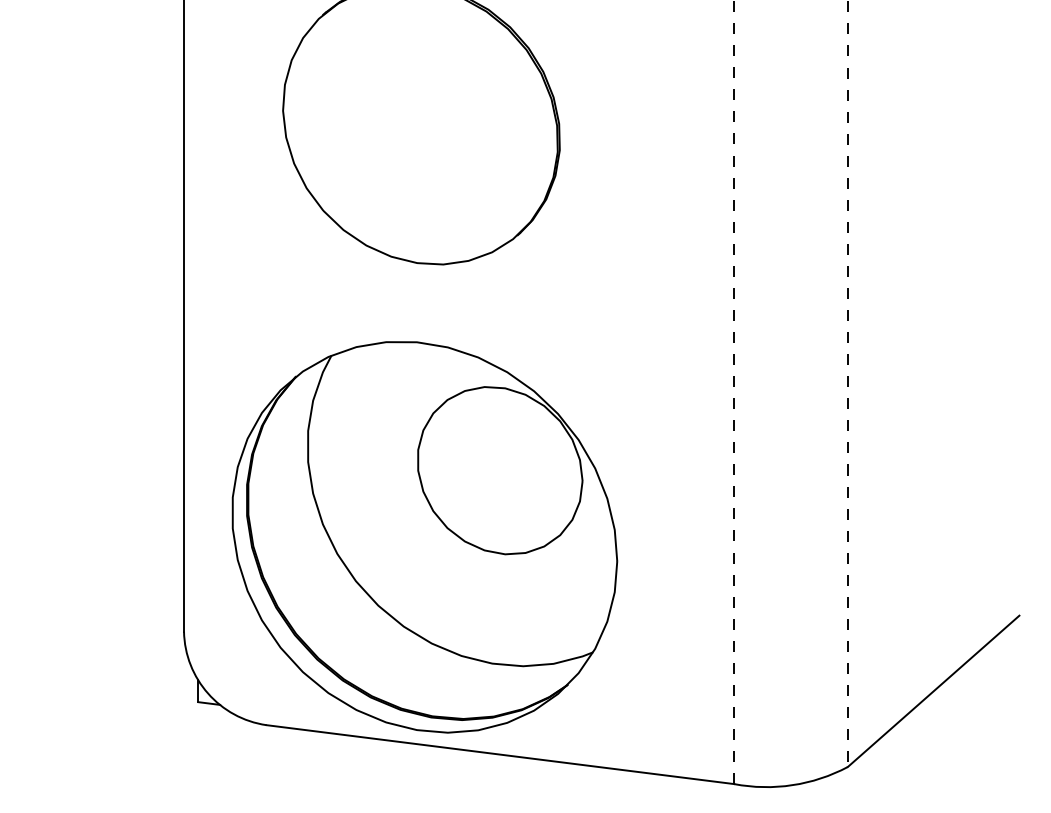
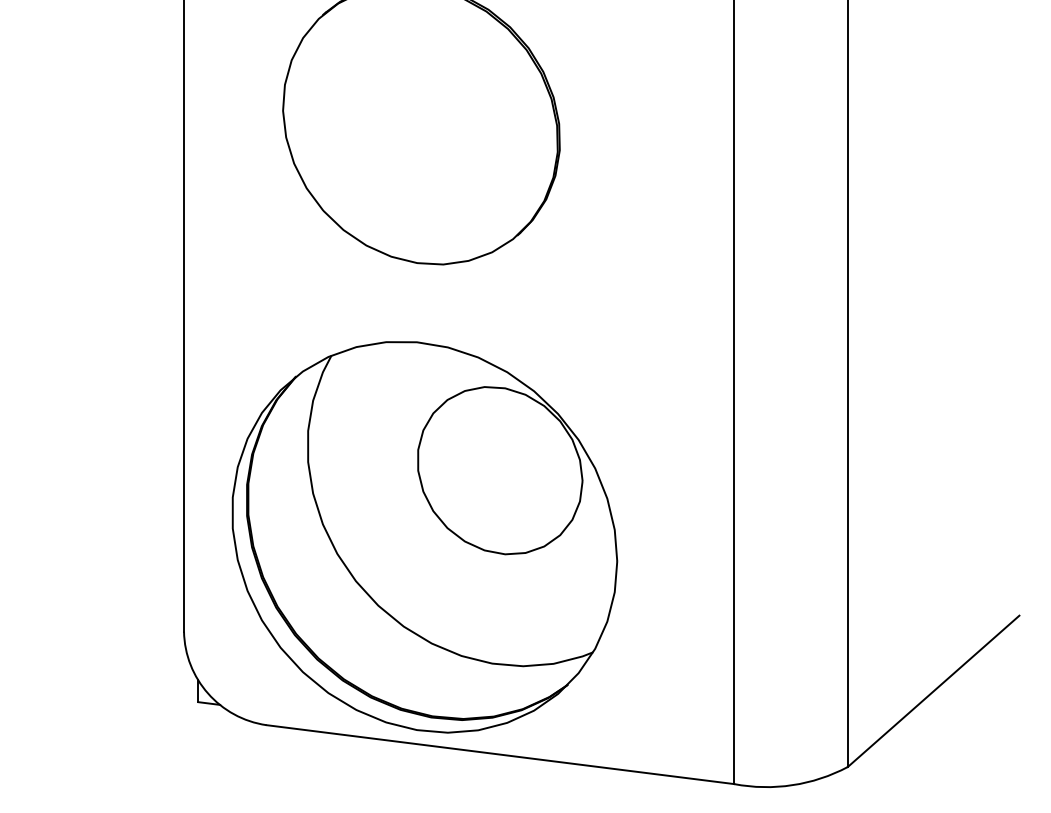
line at (847, 383): dashed -> solid
line at (734, 392): dashed -> solid
